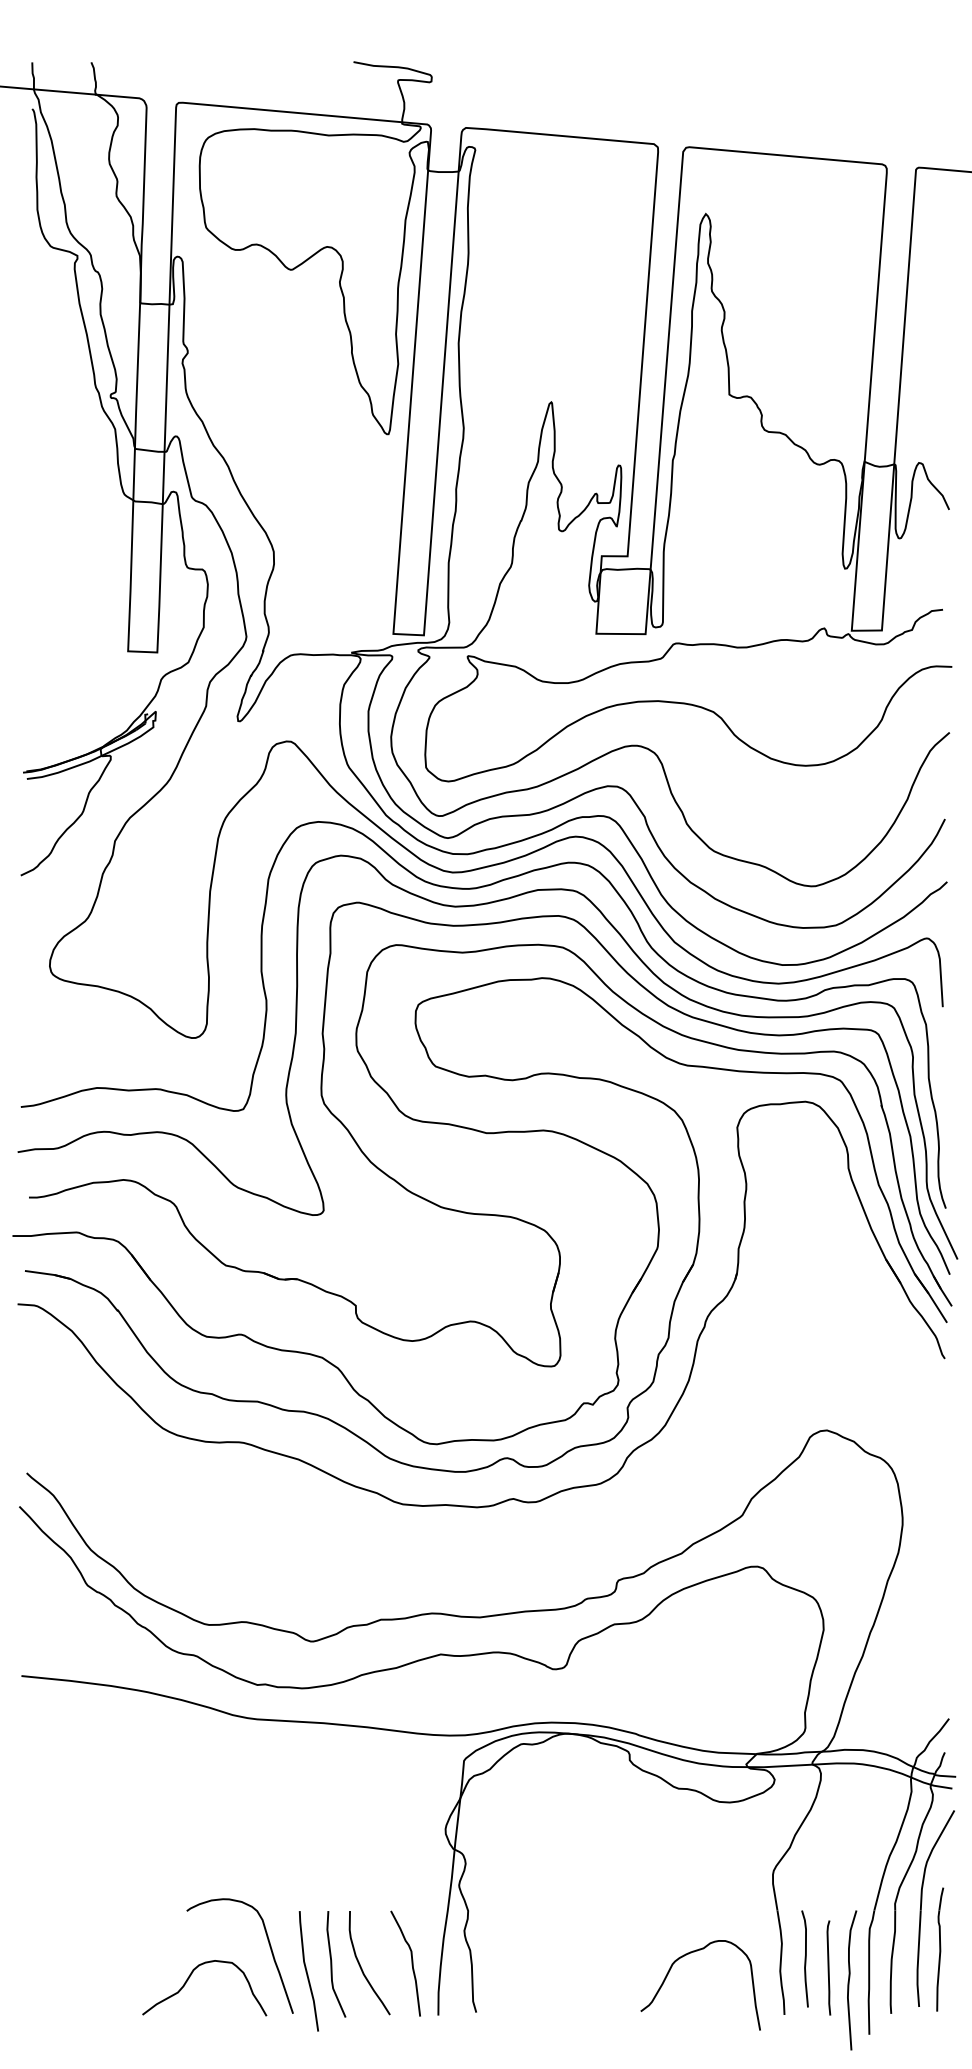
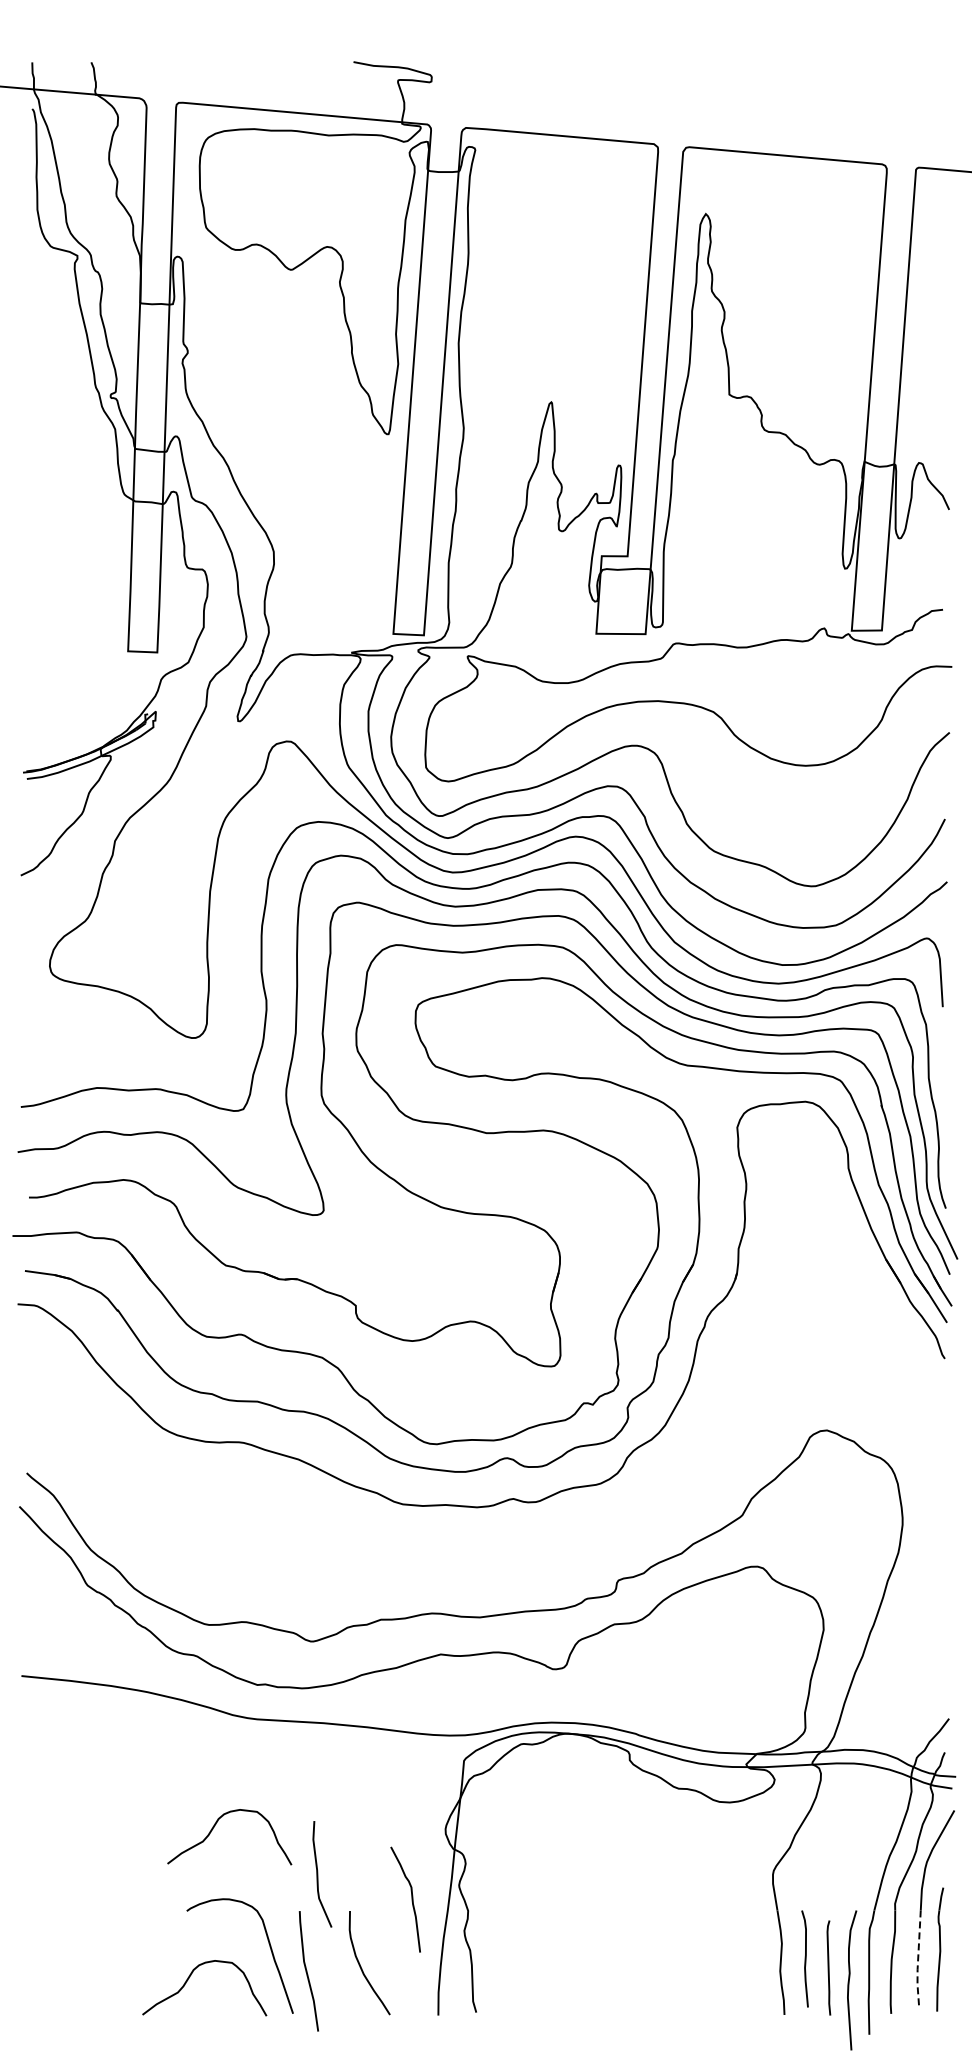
curve at (213, 1829): none -> present
curve at (681, 1958): present -> none
line at (918, 1959): solid -> dashed
curve at (411, 1963) position: (411, 1963) -> (411, 1899)
curve at (332, 1964) position: (332, 1964) -> (318, 1874)
